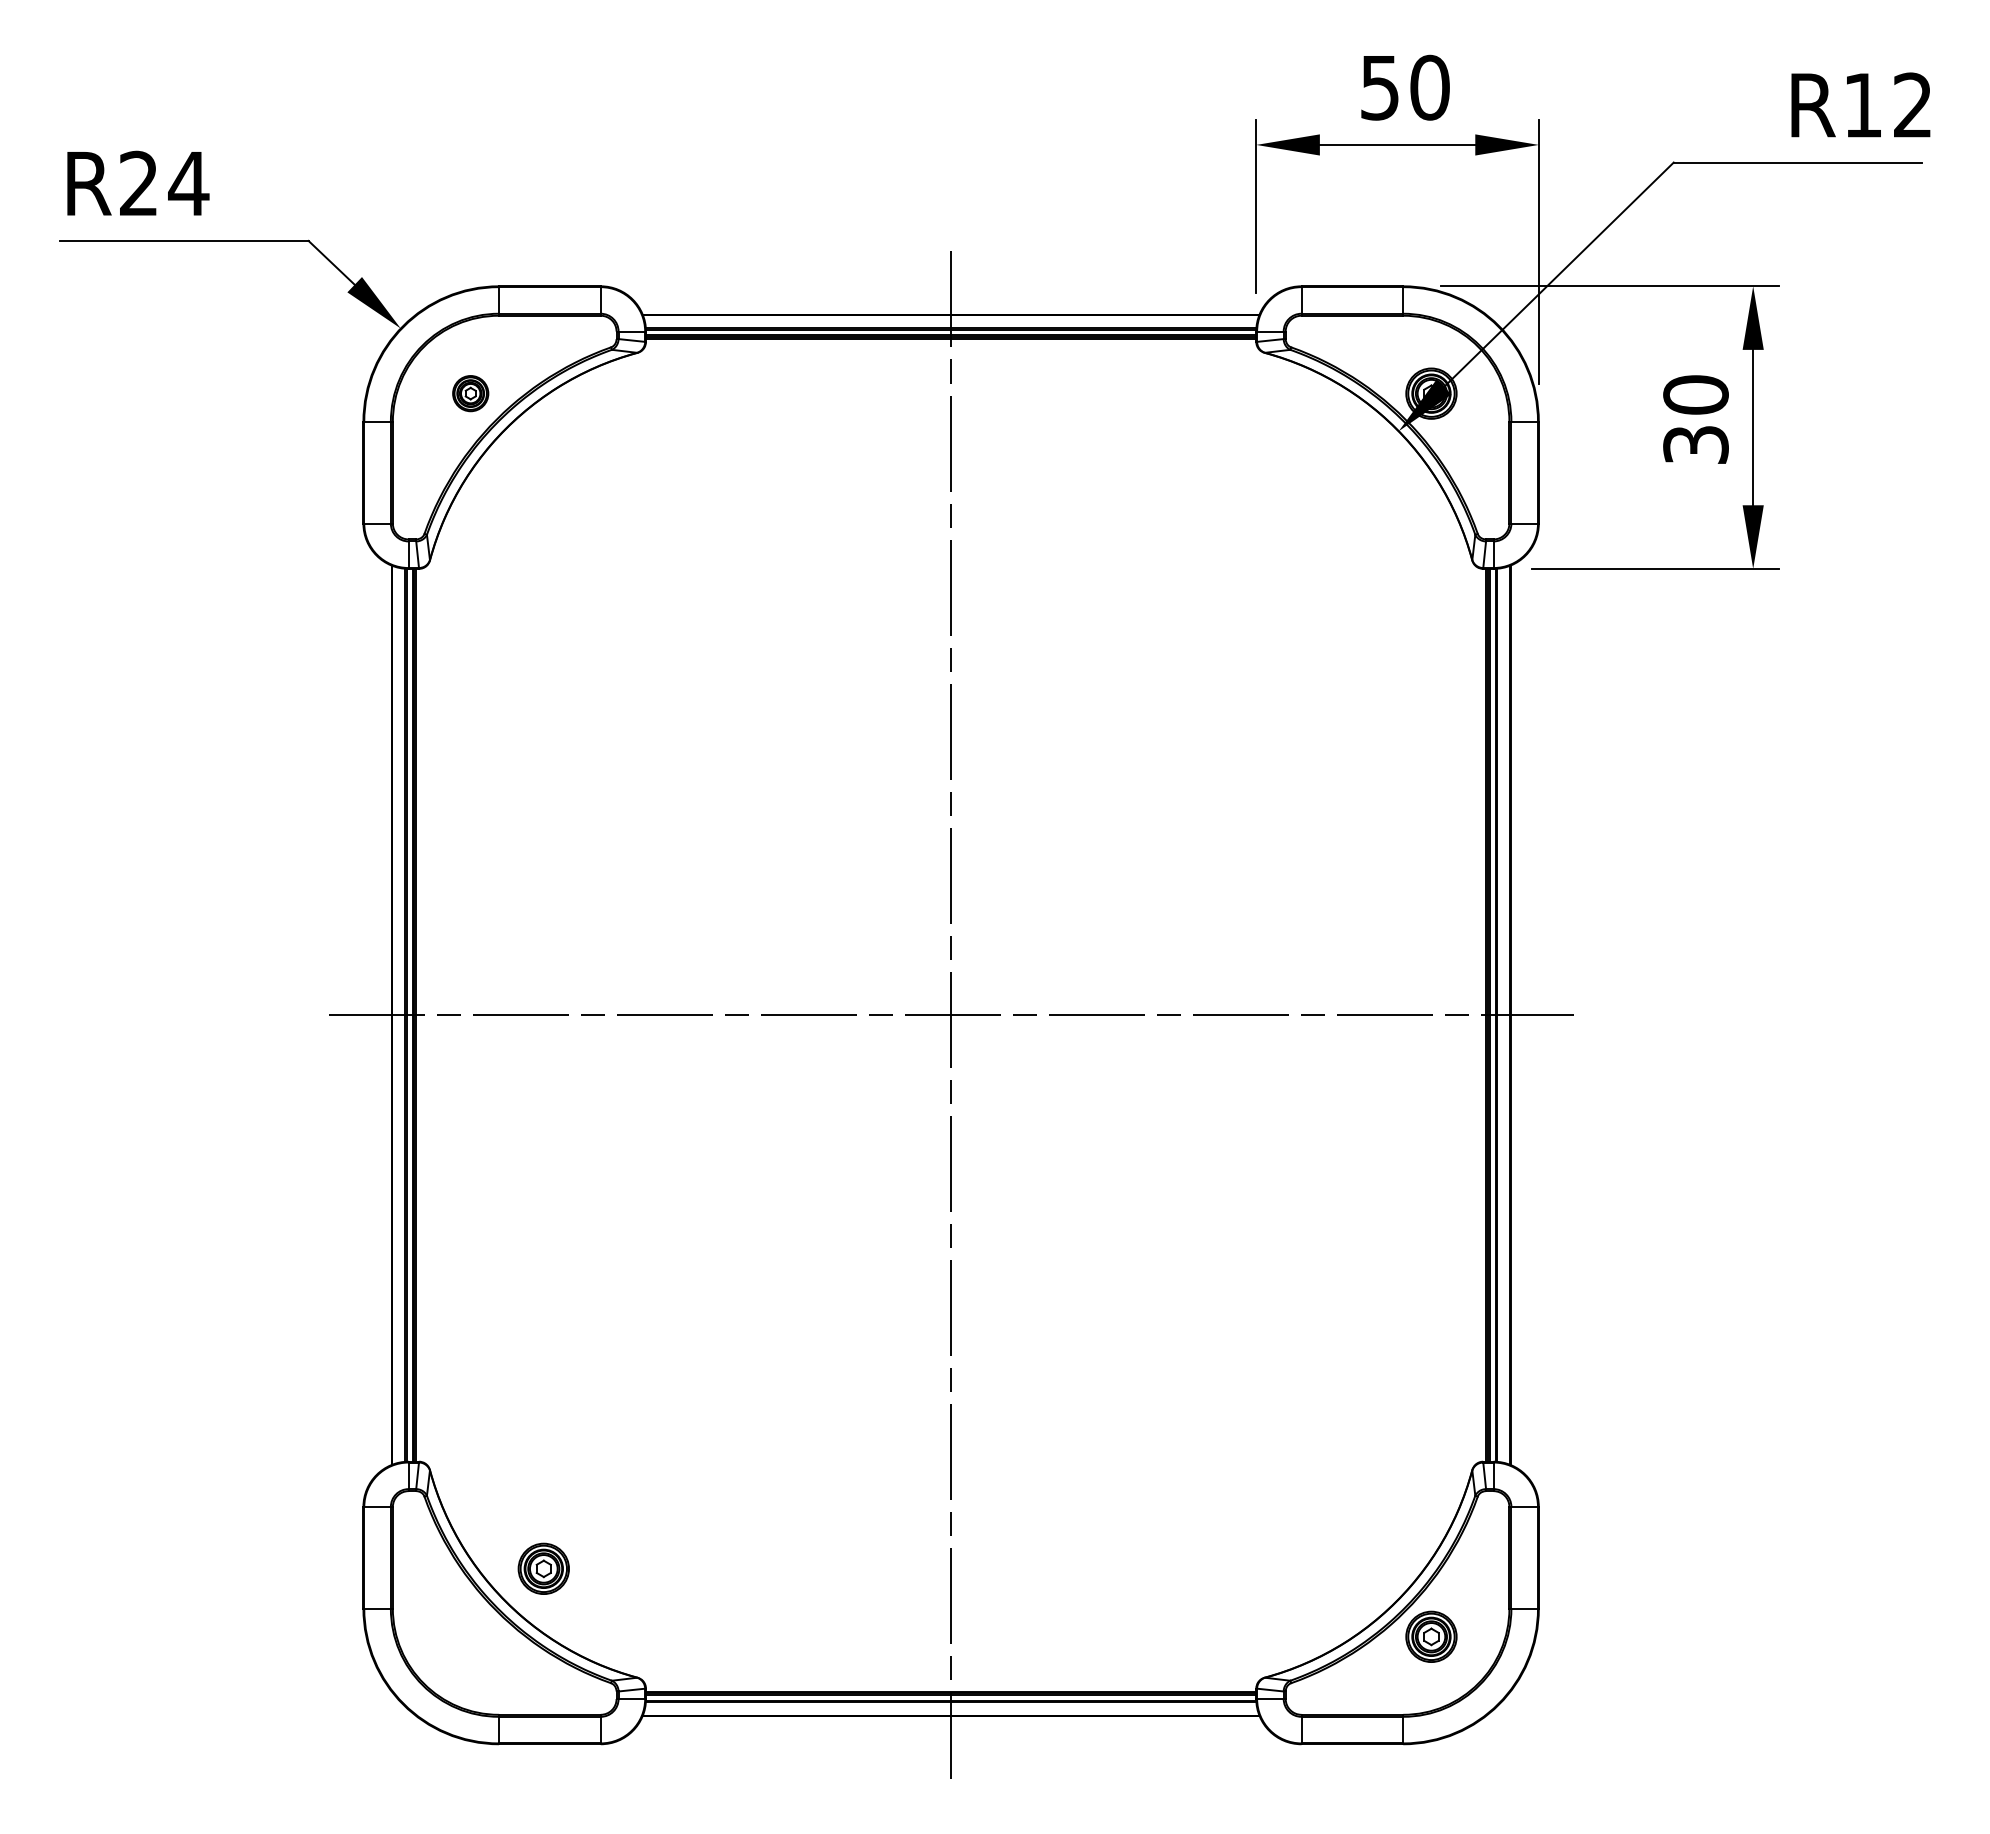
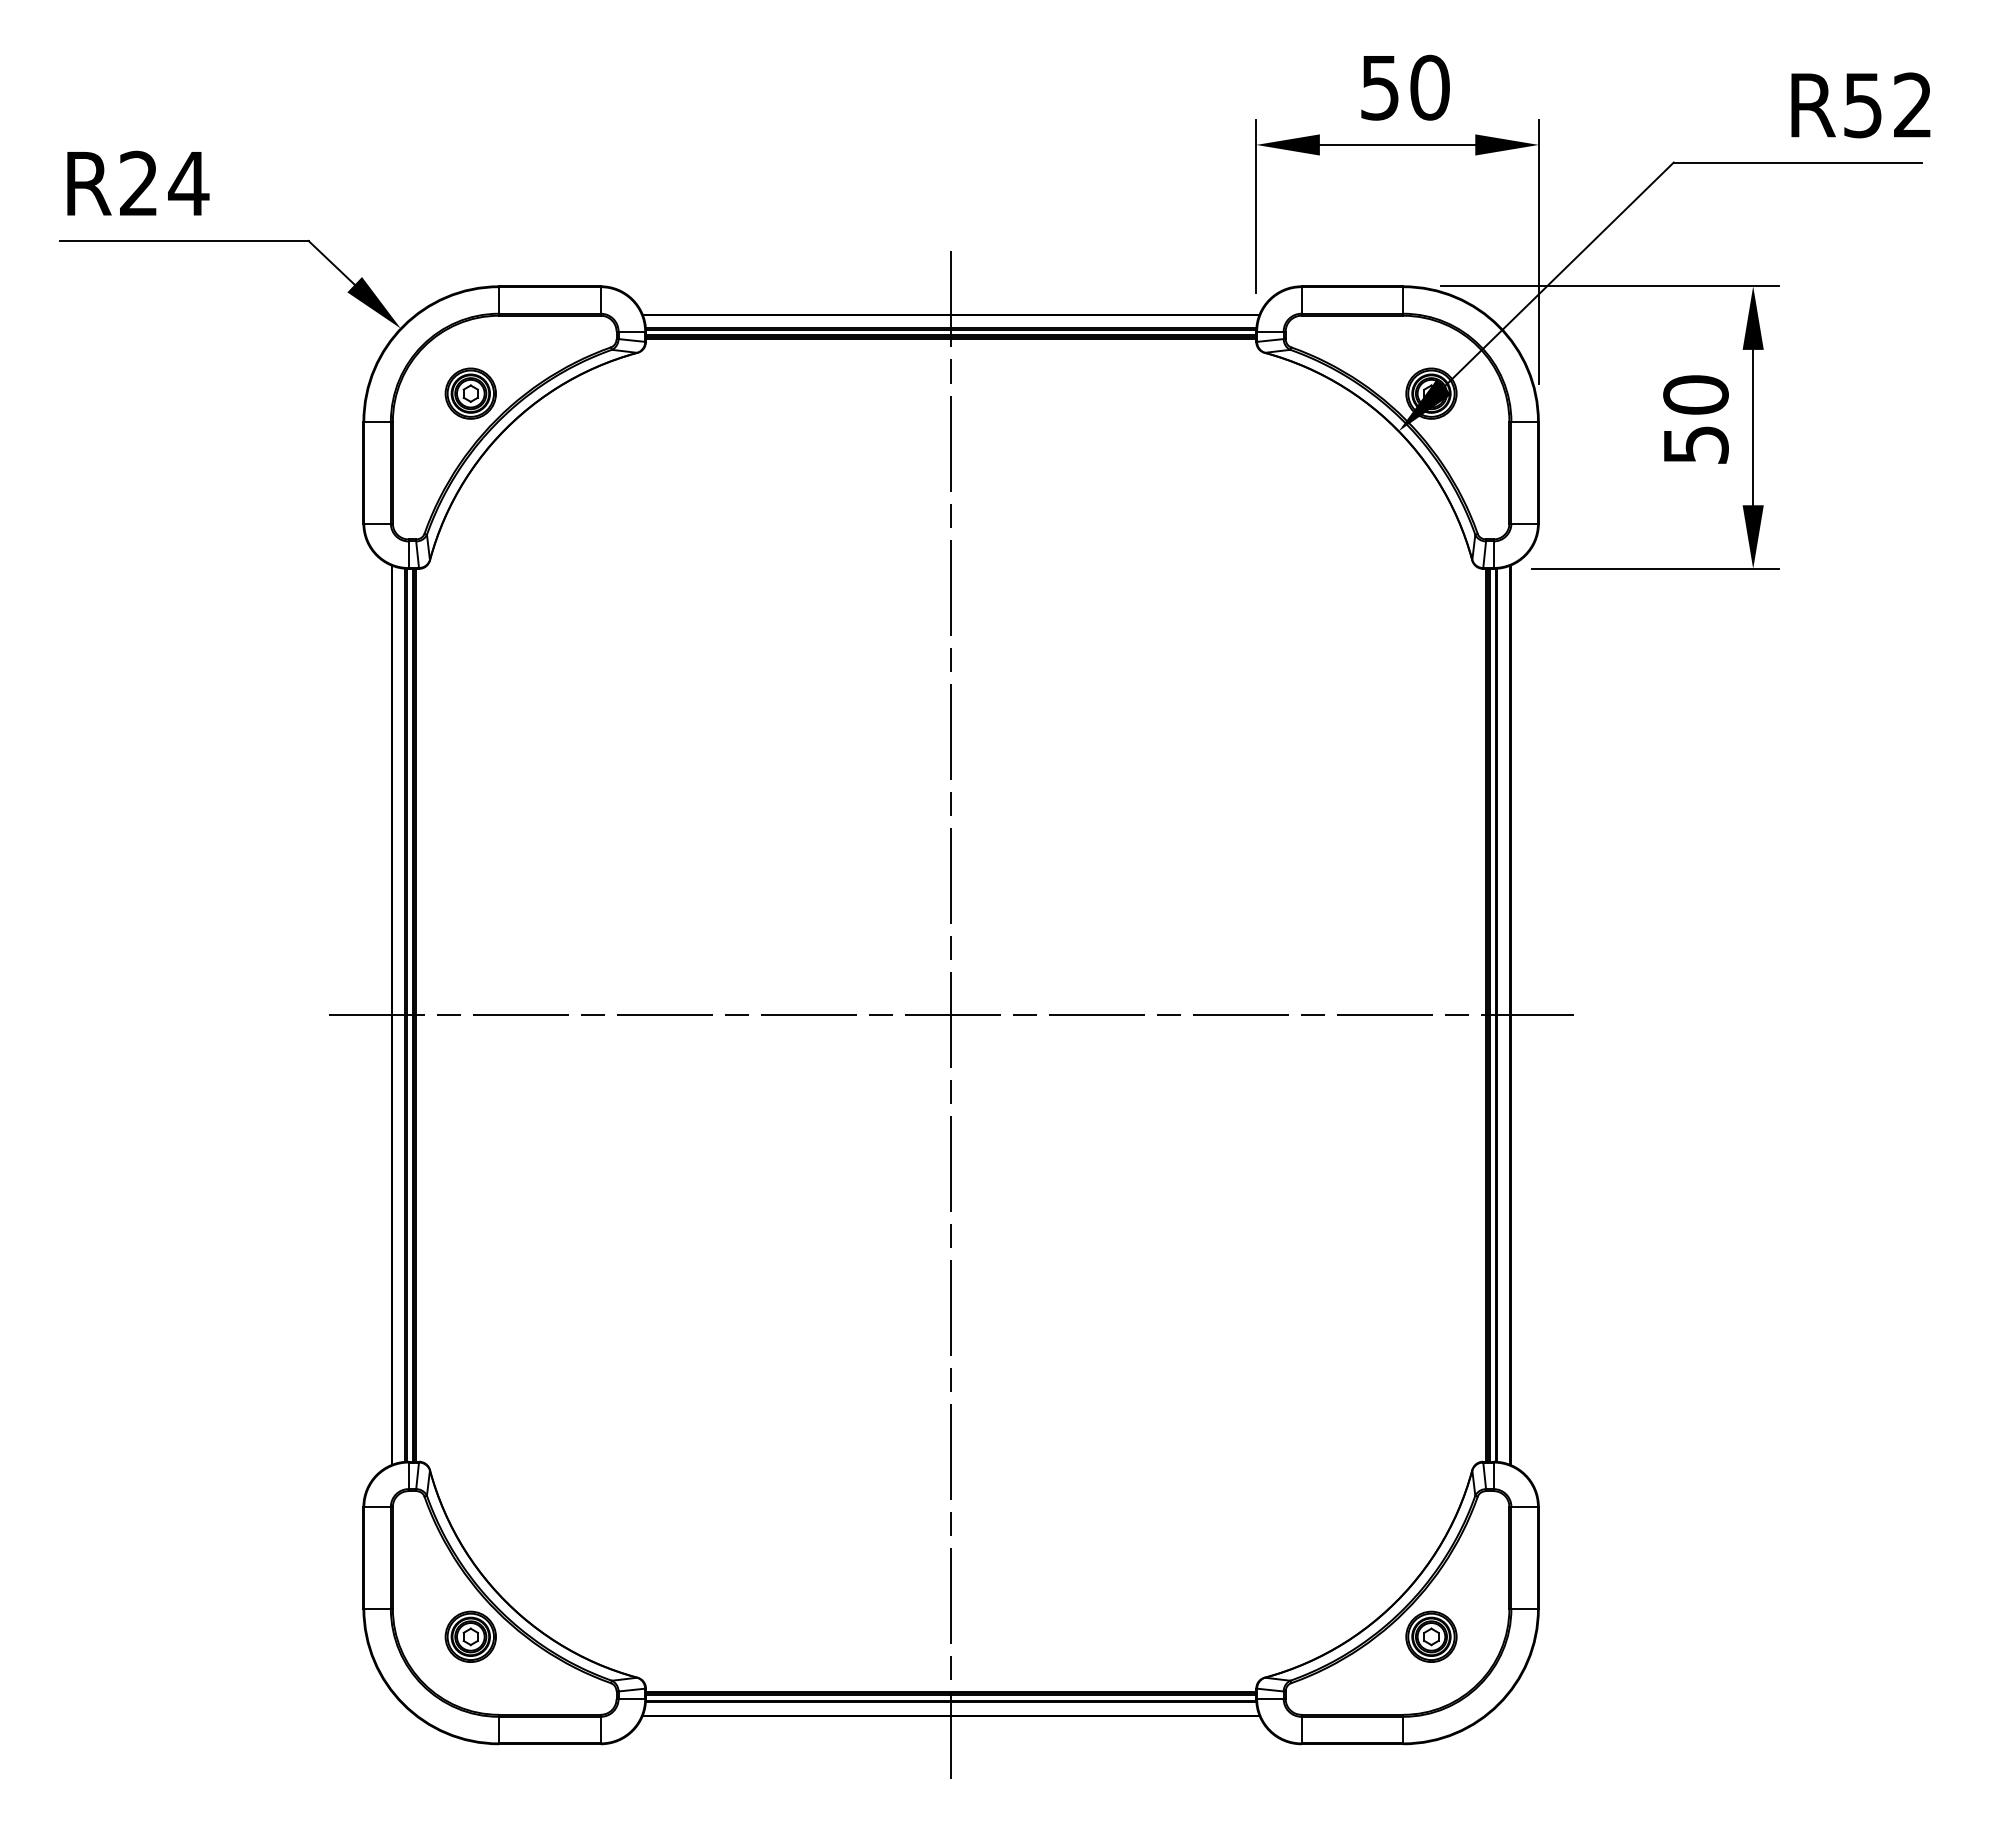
text at (1862, 105): R12 -> R52
part at (470, 393) size: 38x38 px -> 53x53 px
text at (1695, 444): 30 -> 50
part at (543, 1568) position: (543, 1568) -> (470, 1636)
